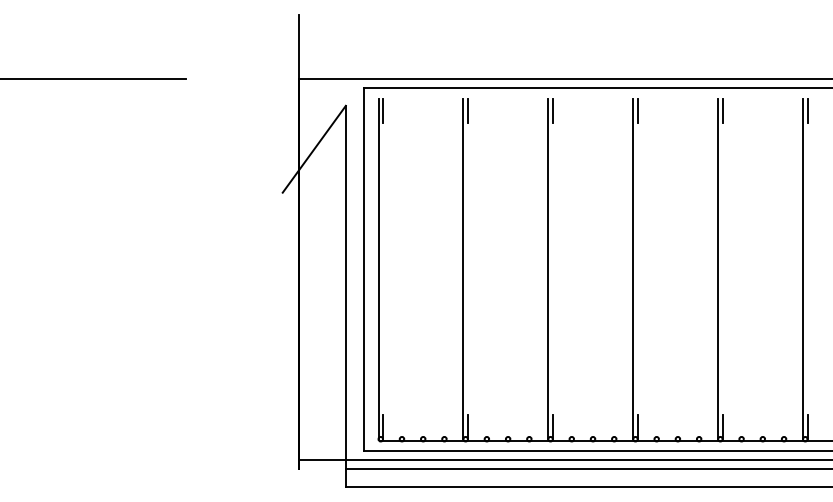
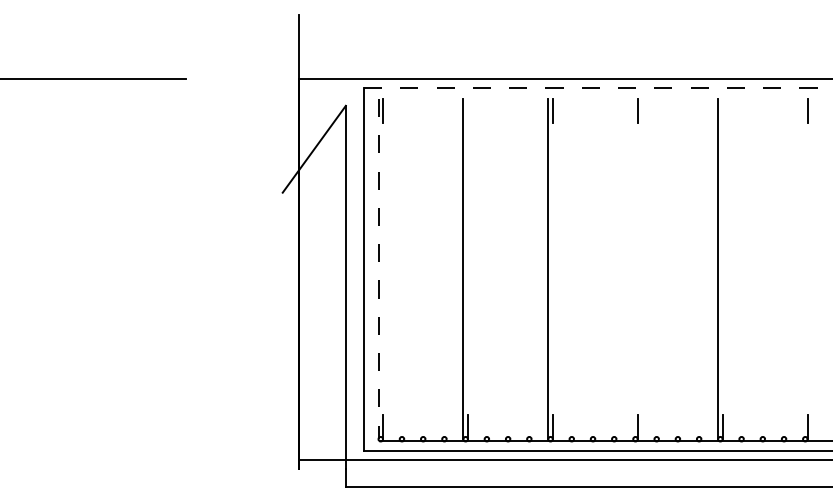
line at (598, 87): solid -> dashed
line at (467, 111): present -> none
line at (722, 111): present -> none
line at (378, 269): solid -> dashed
line at (633, 269): present -> none
line at (803, 269): present -> none
line at (587, 468): present -> none
